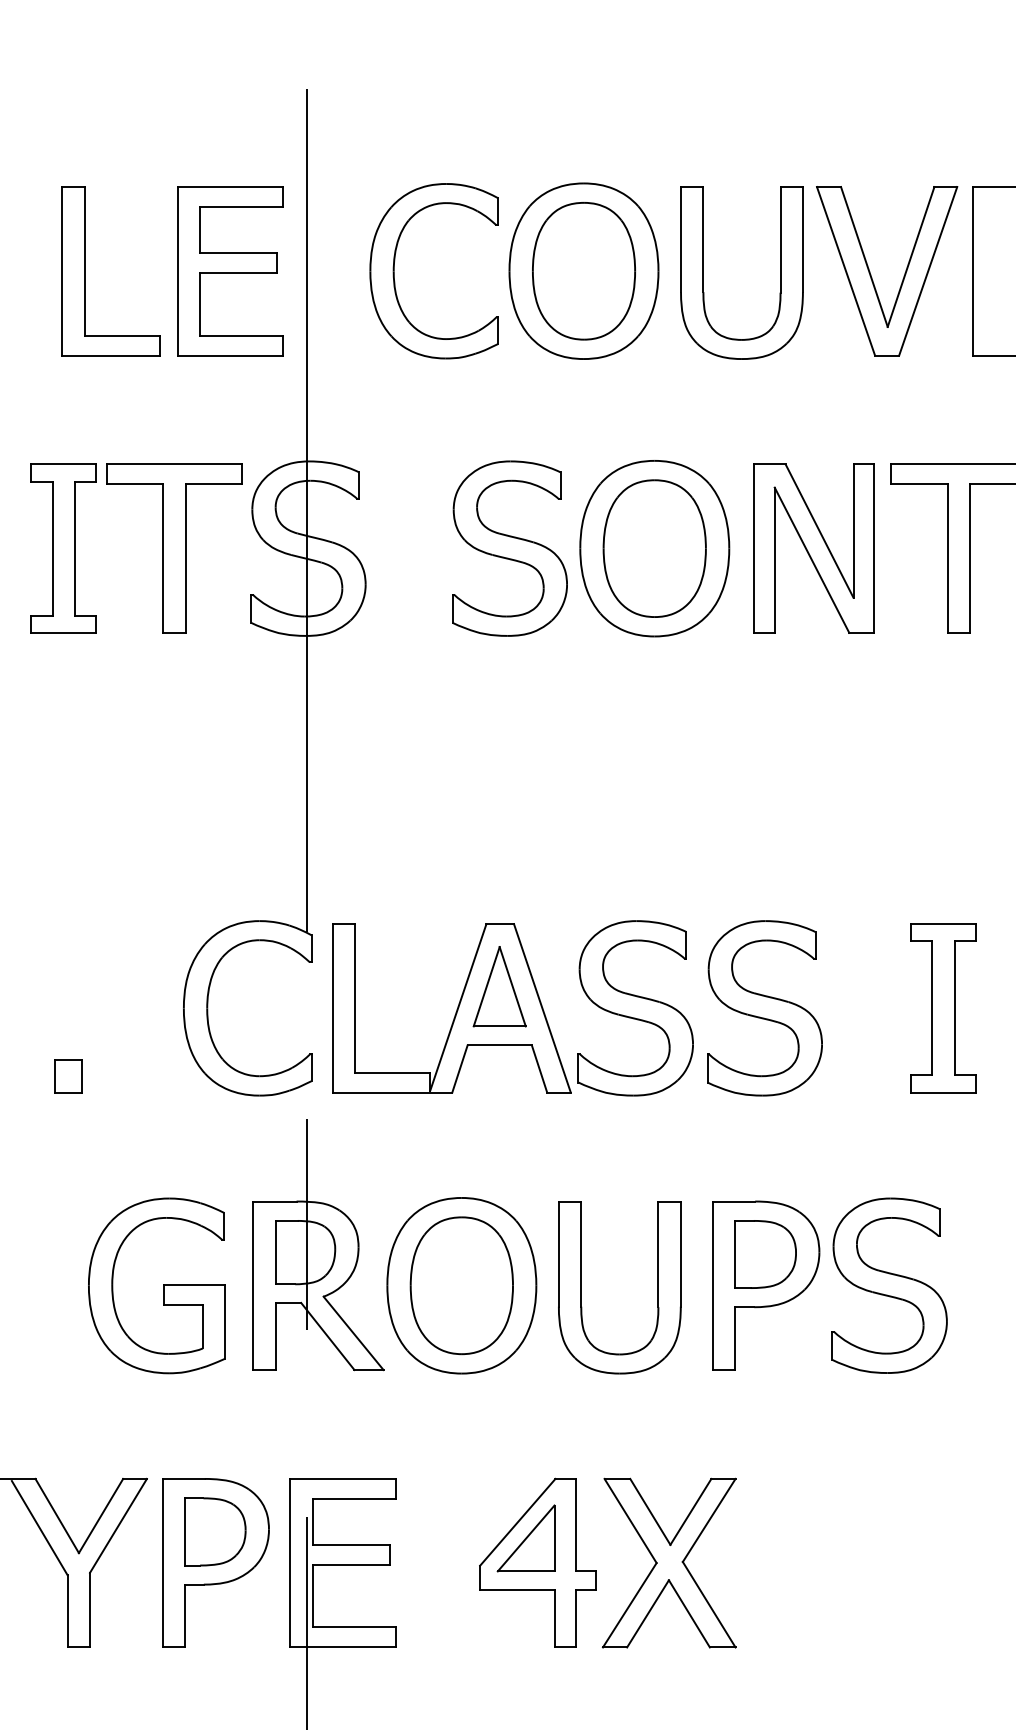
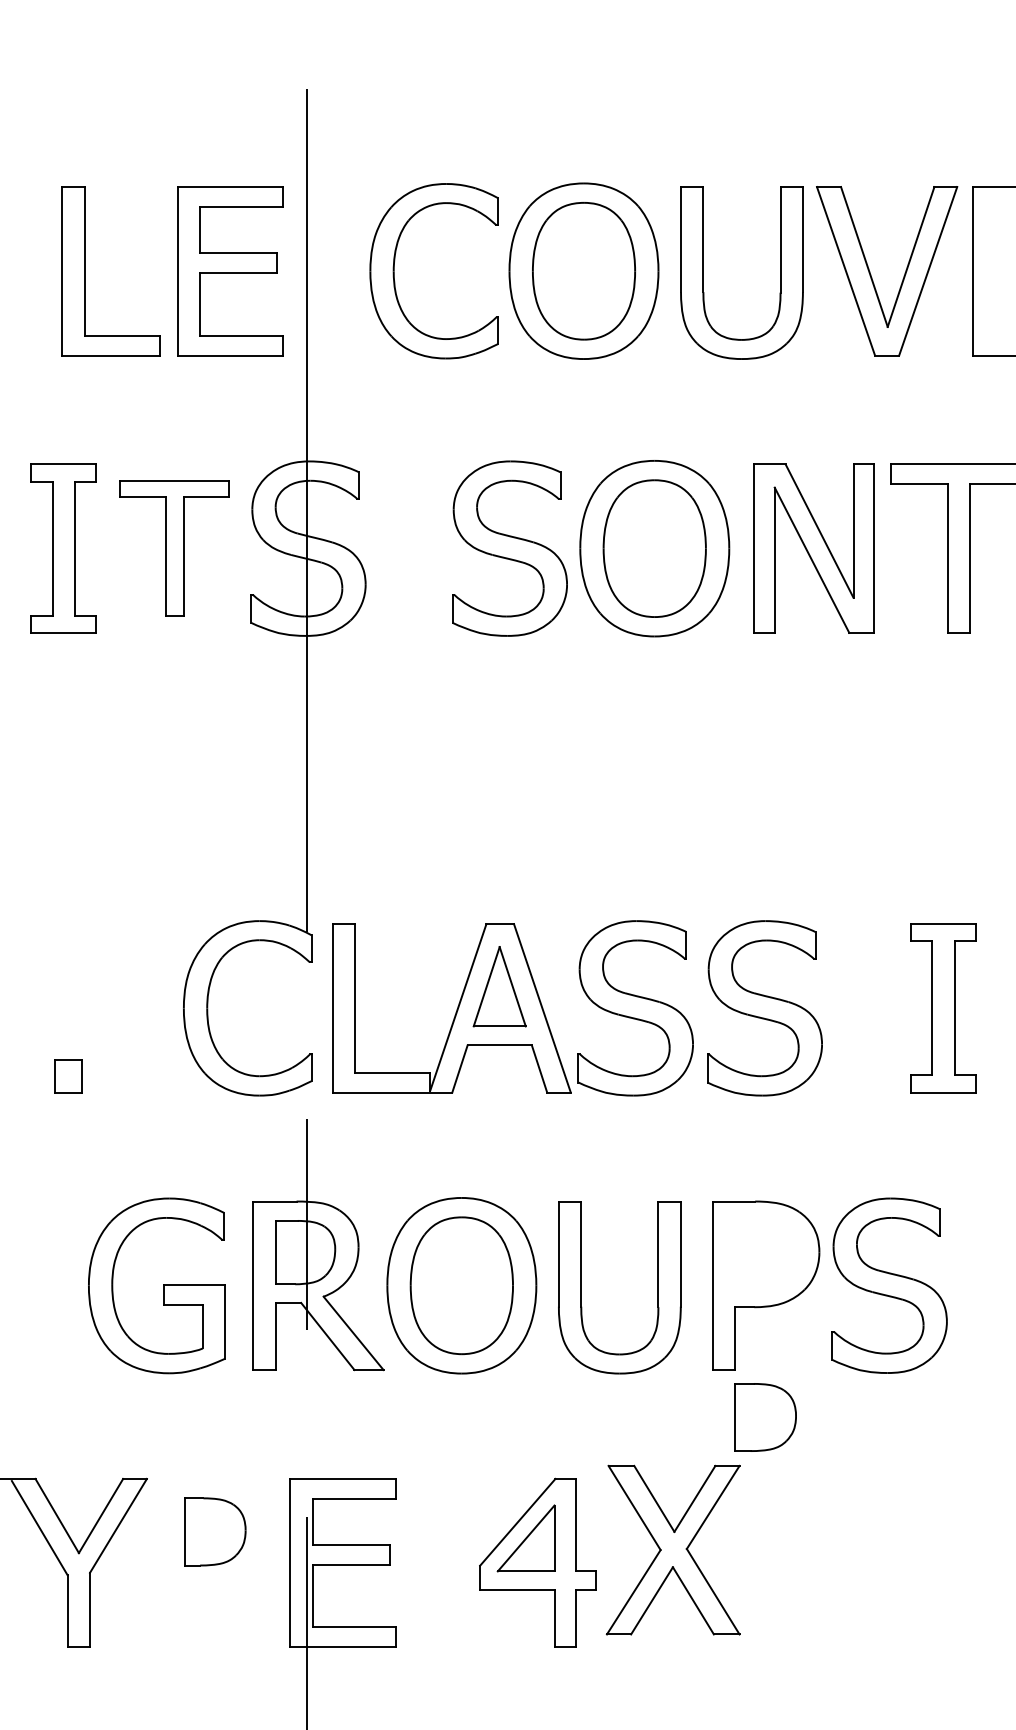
part at (174, 548) size: 137x171 px -> 111x137 px
part at (765, 1254) position: (765, 1254) -> (765, 1417)
part at (215, 1562): present -> none
part at (668, 1562) position: (668, 1562) -> (672, 1549)
